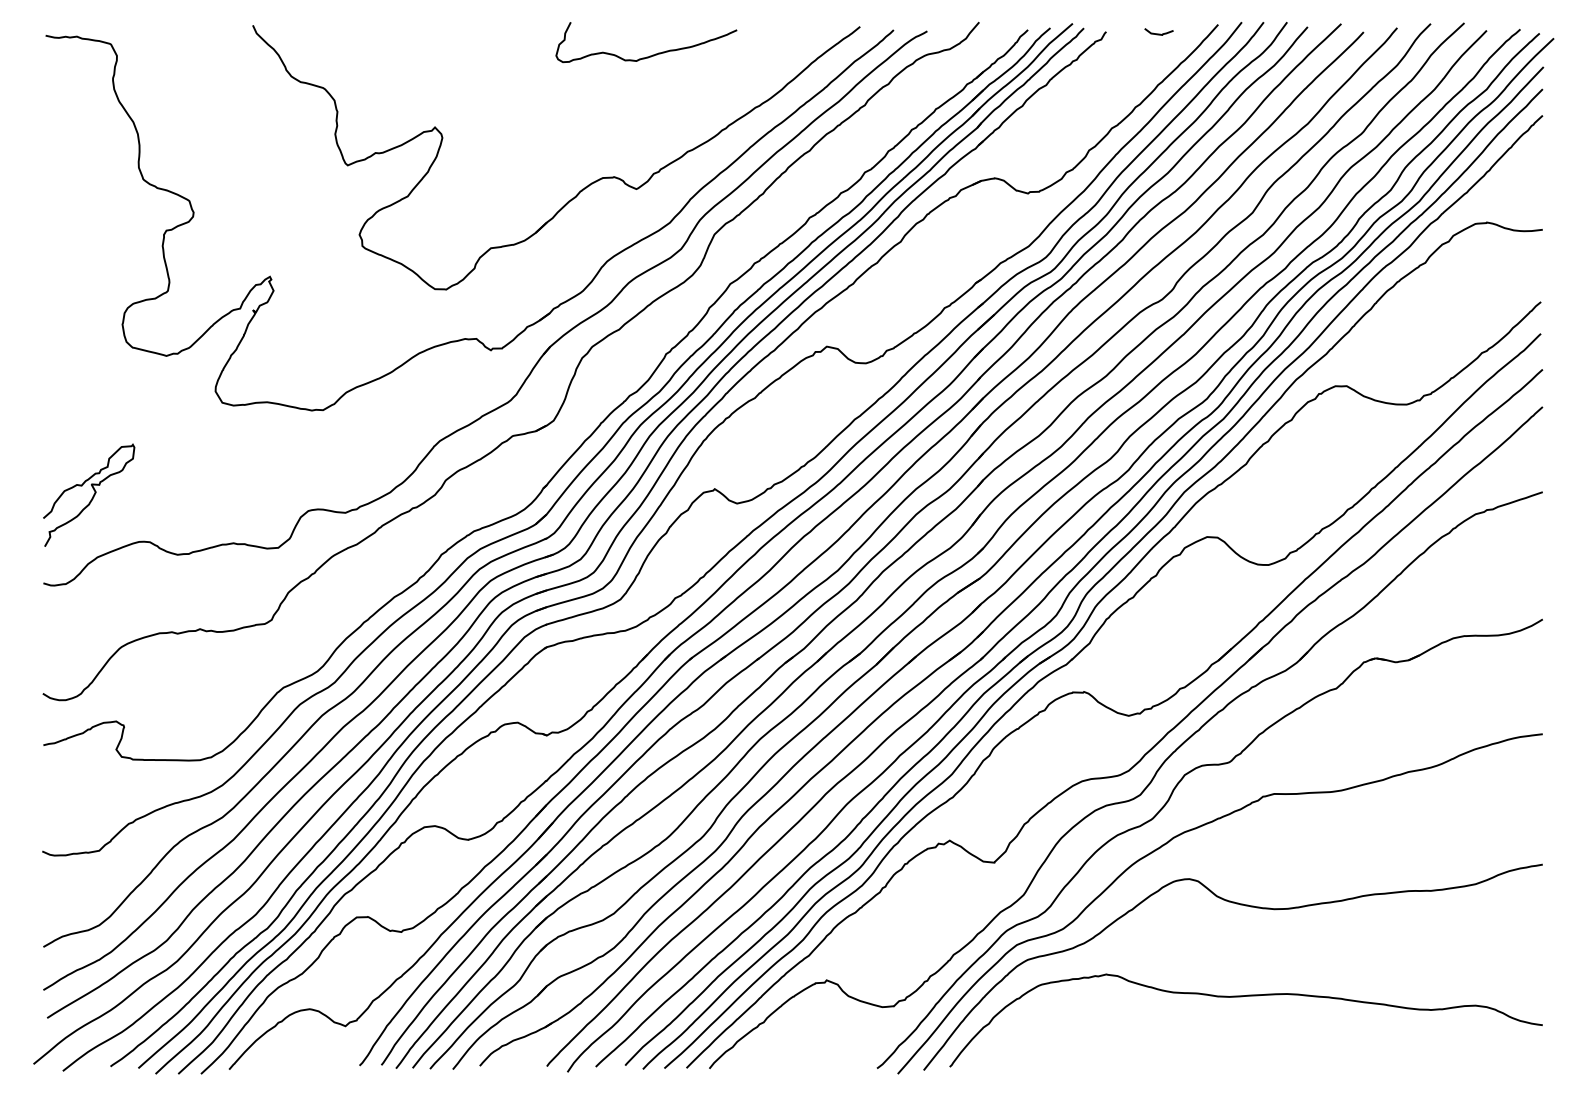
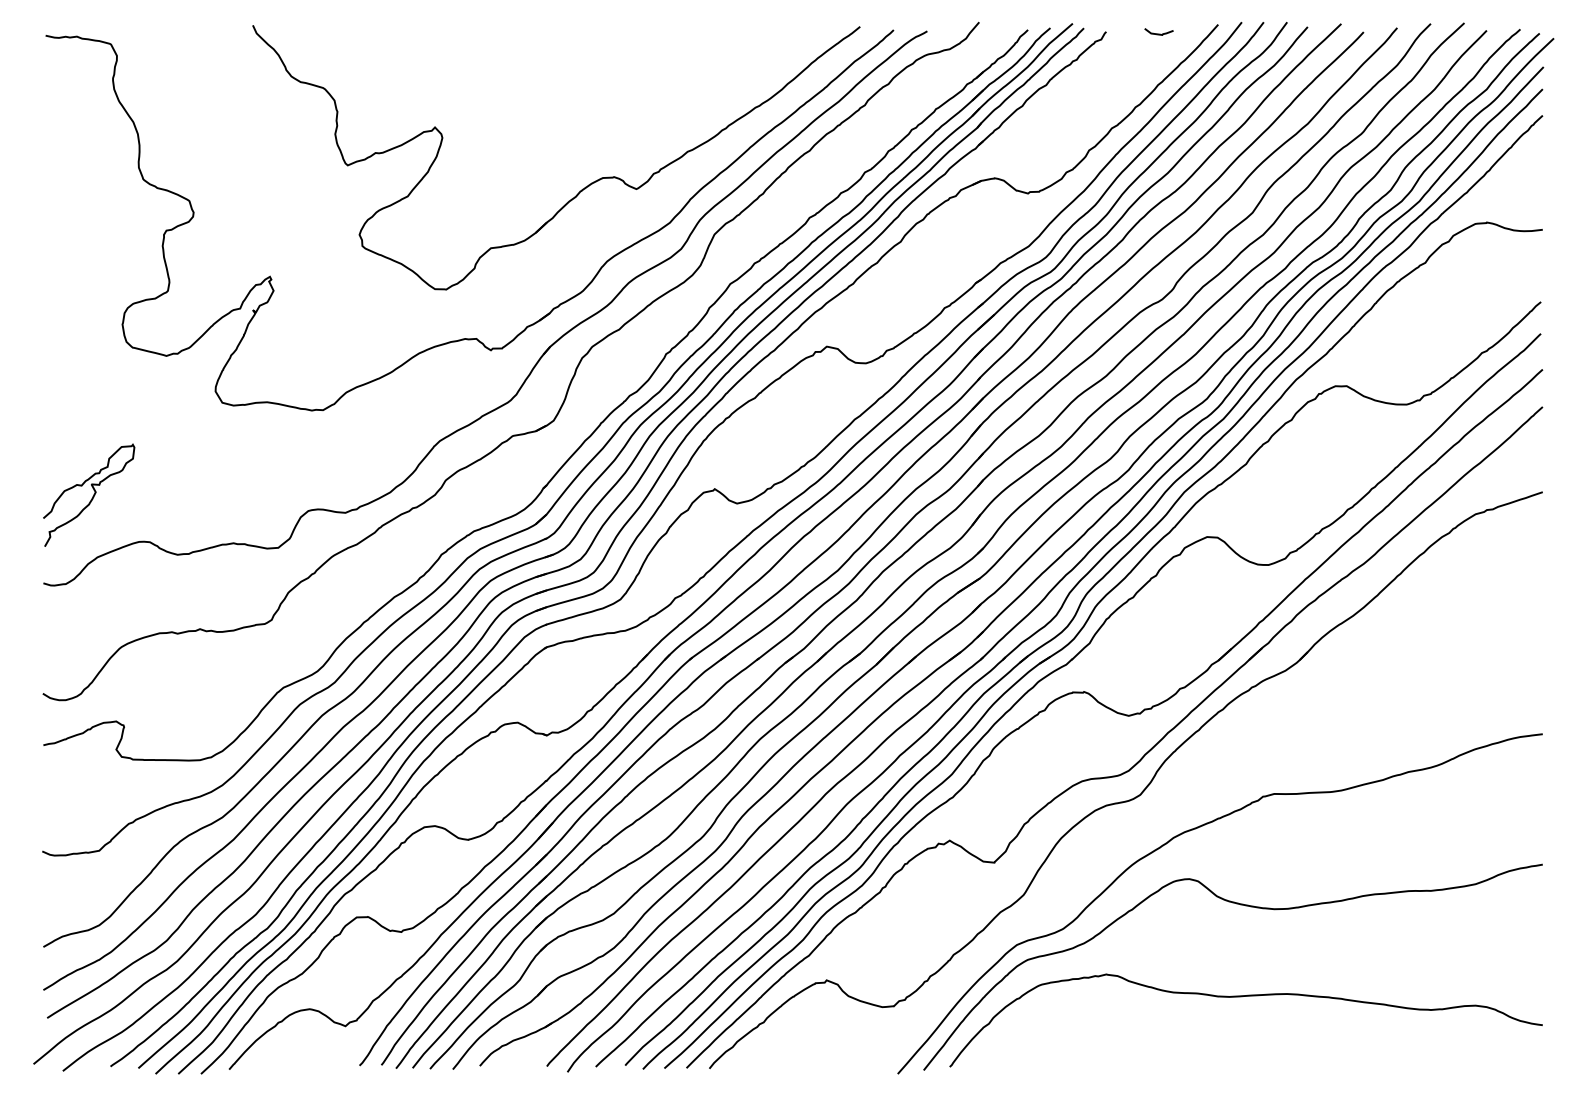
curve at (652, 54): present -> none
part at (1165, 806): present -> none
